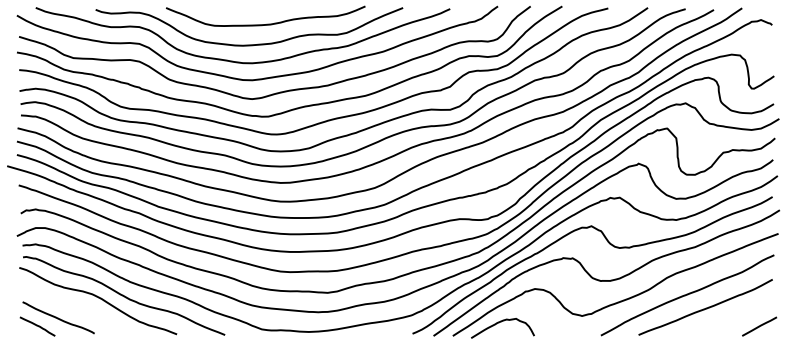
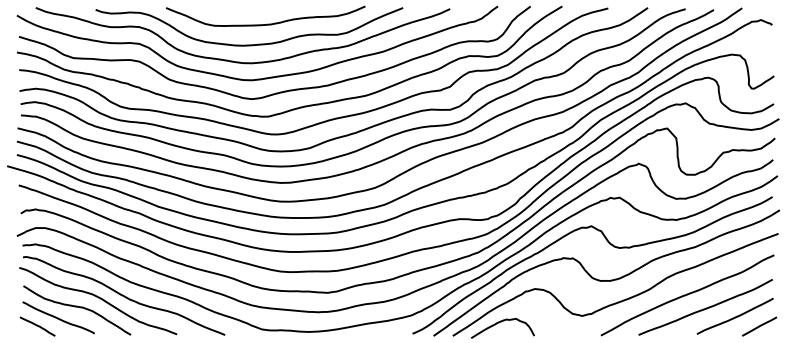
curve at (77, 307): none -> present
curve at (734, 316): none -> present
